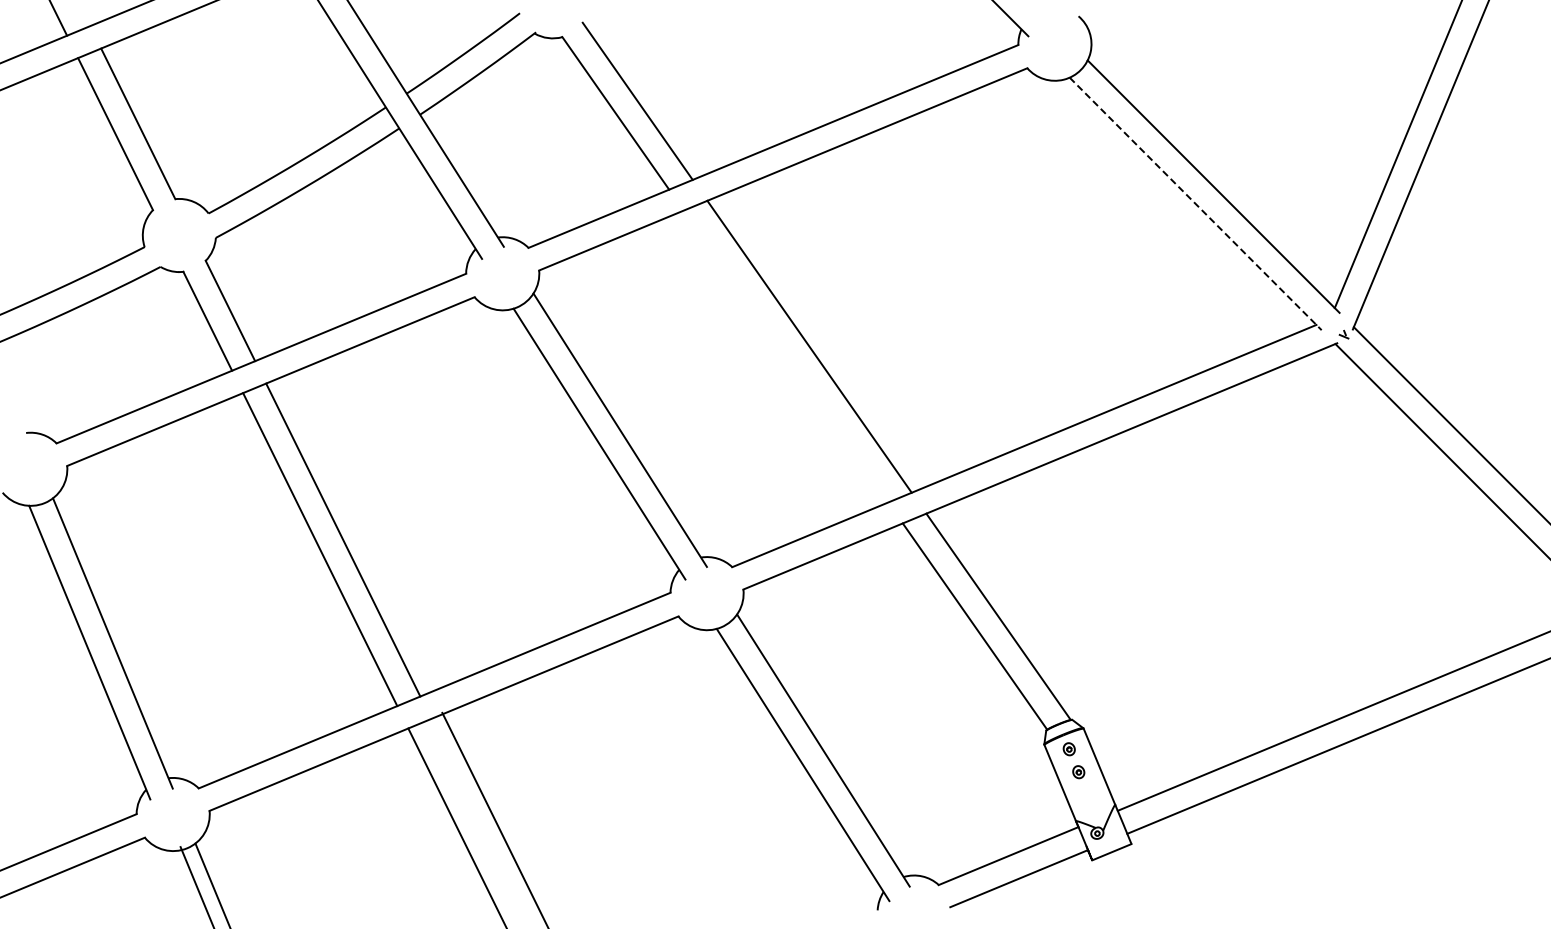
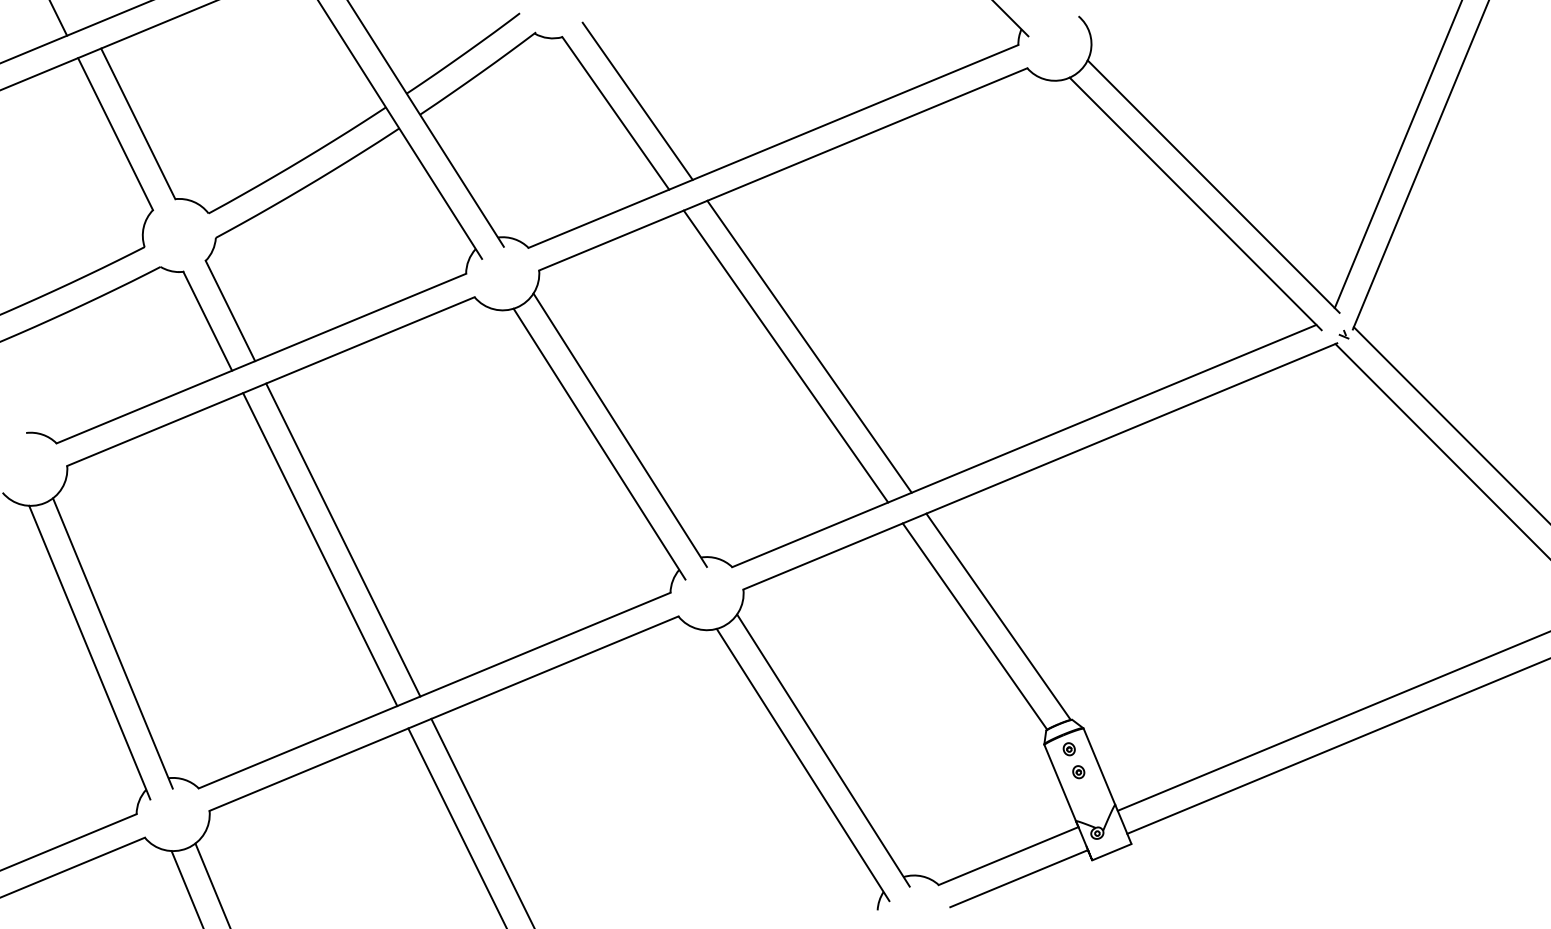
line at (1196, 204): dashed -> solid
line at (785, 356): none -> present
line at (494, 818) position: (494, 818) -> (482, 821)
line at (196, 886) position: (196, 886) -> (186, 888)
